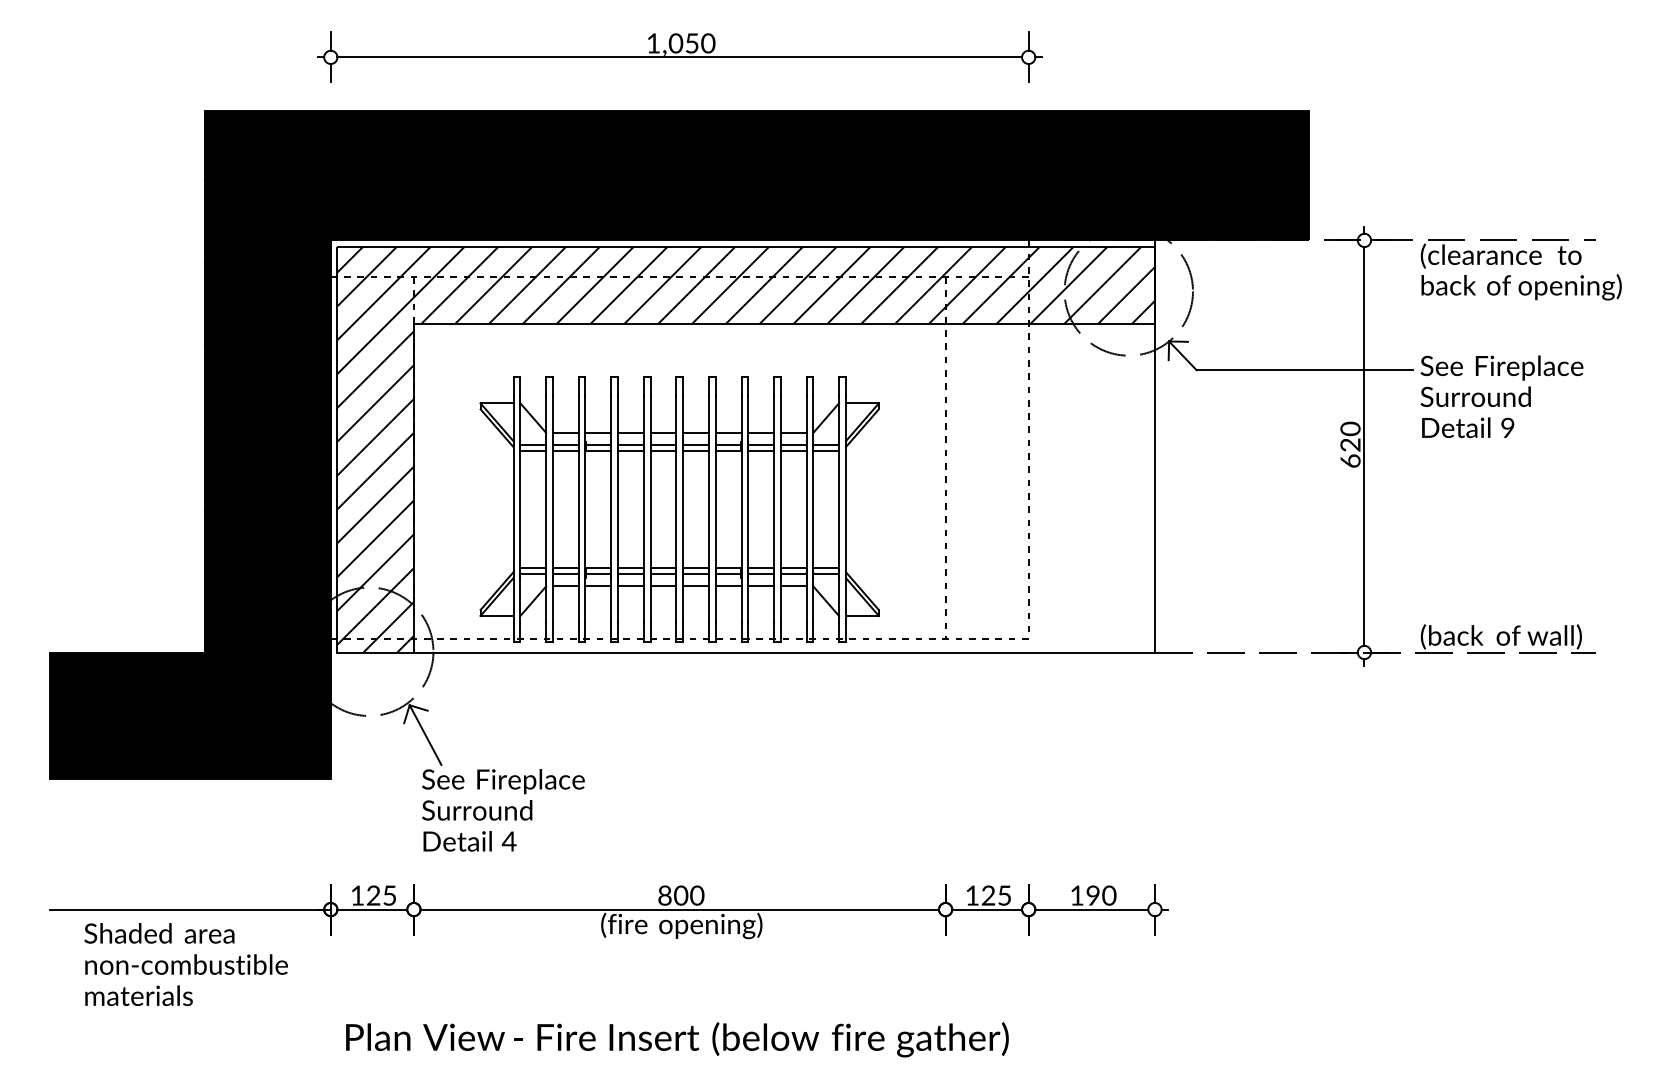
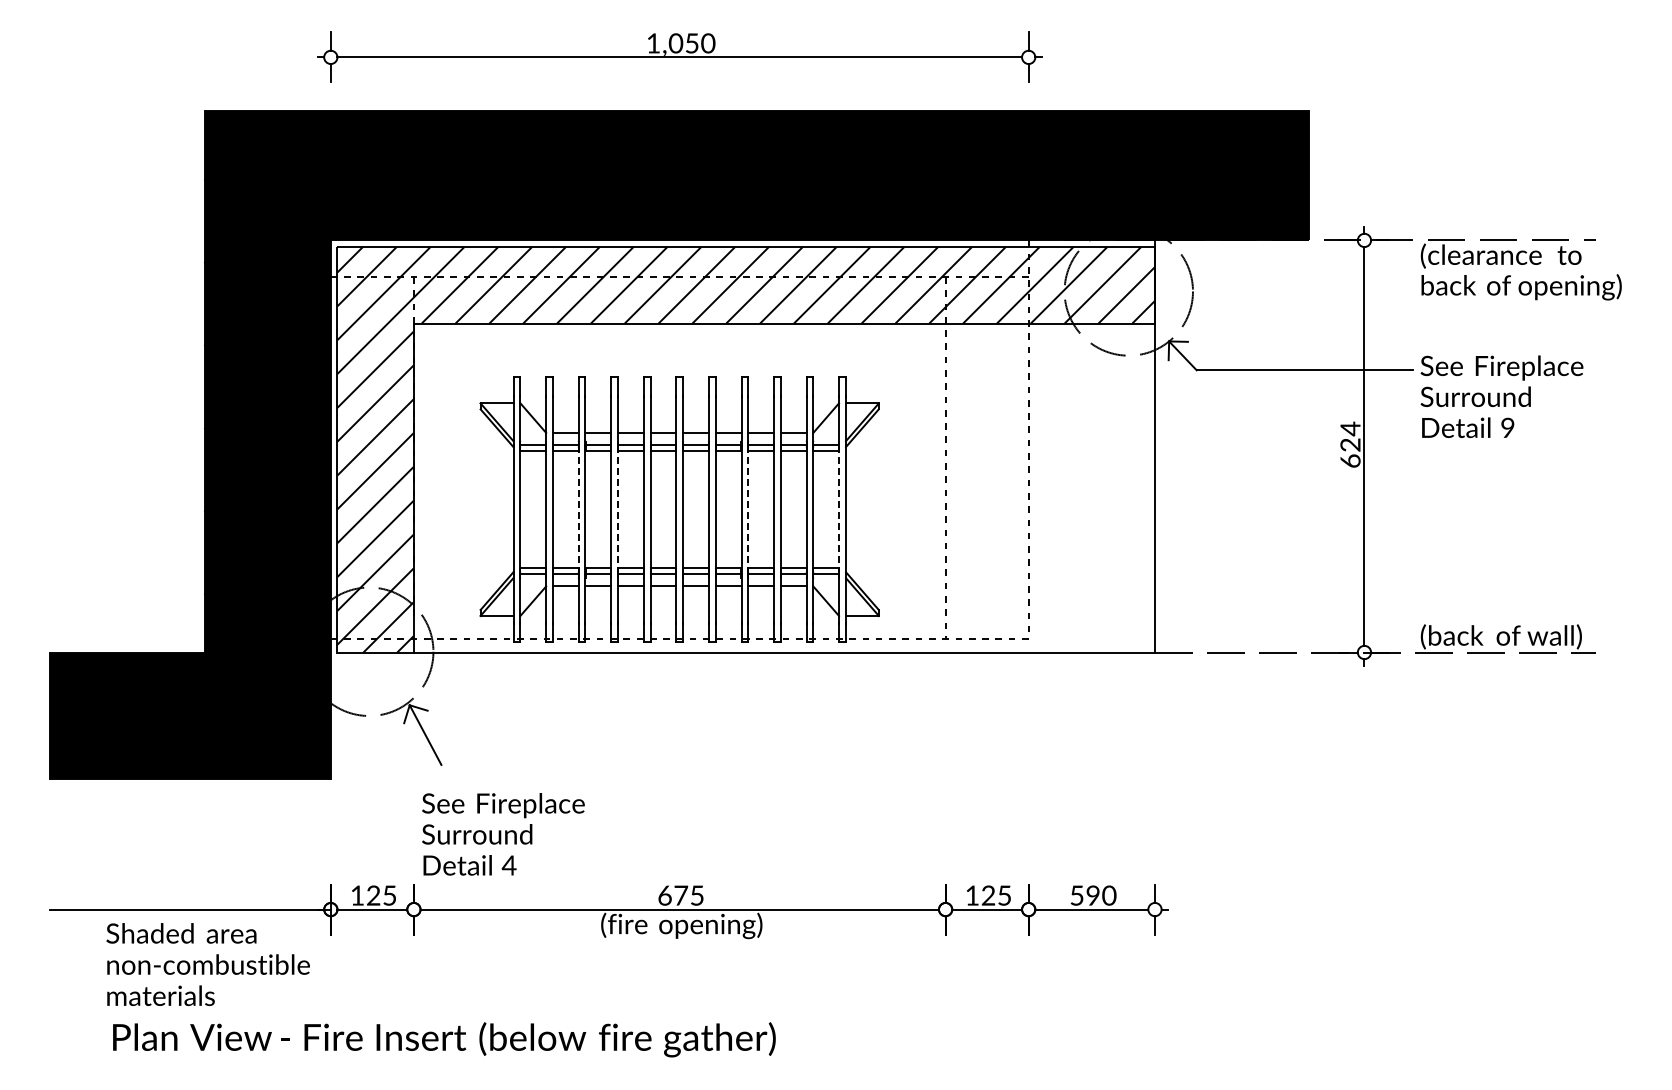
text at (1350, 428): 620 -> 624
line at (578, 509): solid -> dashed
line at (617, 509): solid -> dashed
line at (748, 509): solid -> dashed
line at (839, 509): solid -> dashed
text at (503, 810) position: (503, 810) -> (503, 834)
text at (681, 895): 800 -> 675
text at (1076, 895): 190 -> 590
text at (185, 964) position: (185, 964) -> (207, 964)
text at (677, 1039) position: (677, 1039) -> (444, 1039)
